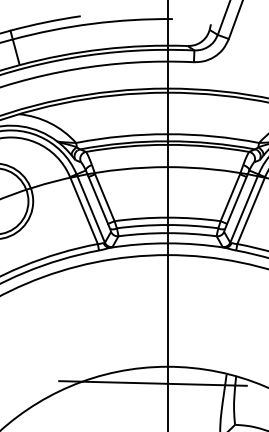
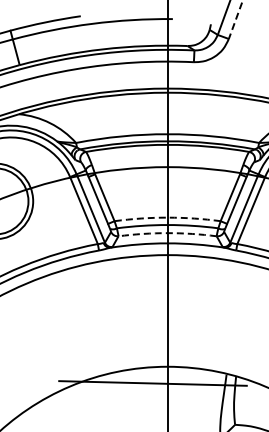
line at (235, 20): solid -> dashed
arc at (167, 217): solid -> dashed
arc at (167, 233): solid -> dashed
